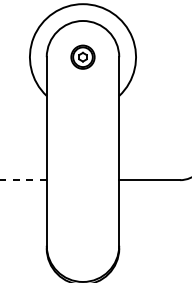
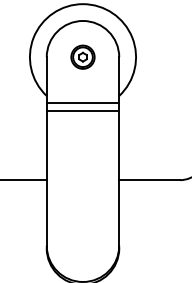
line at (82, 102): none -> present
line at (82, 111): none -> present
line at (23, 180): dashed -> solid
